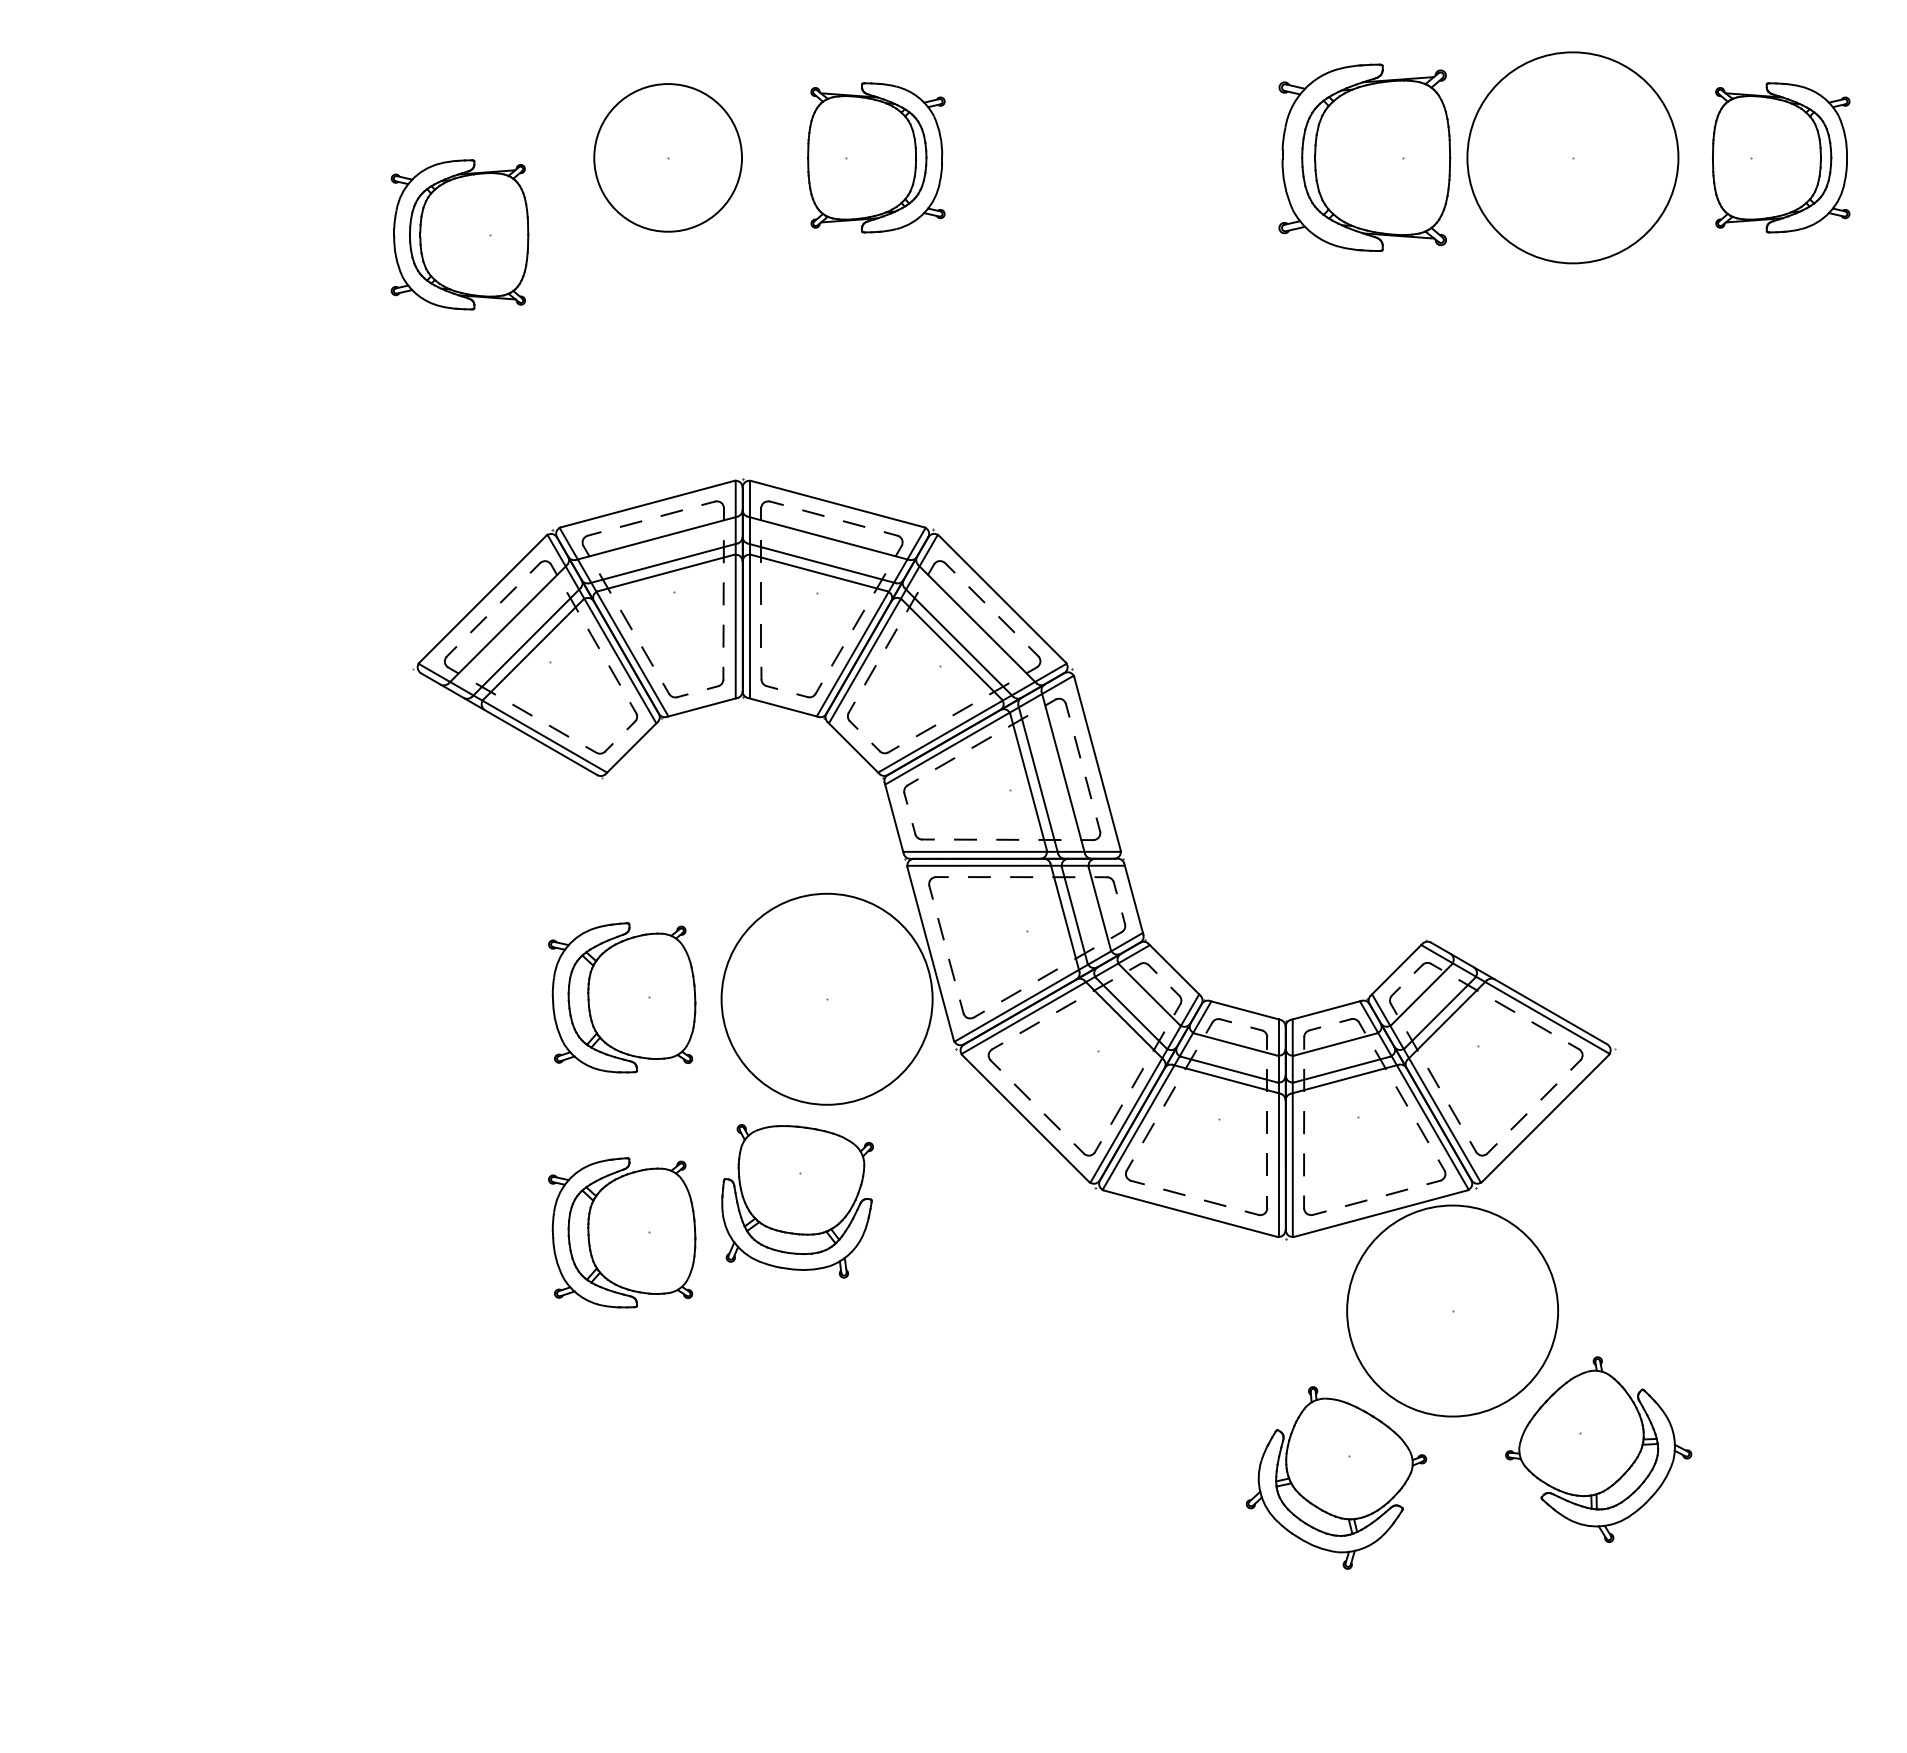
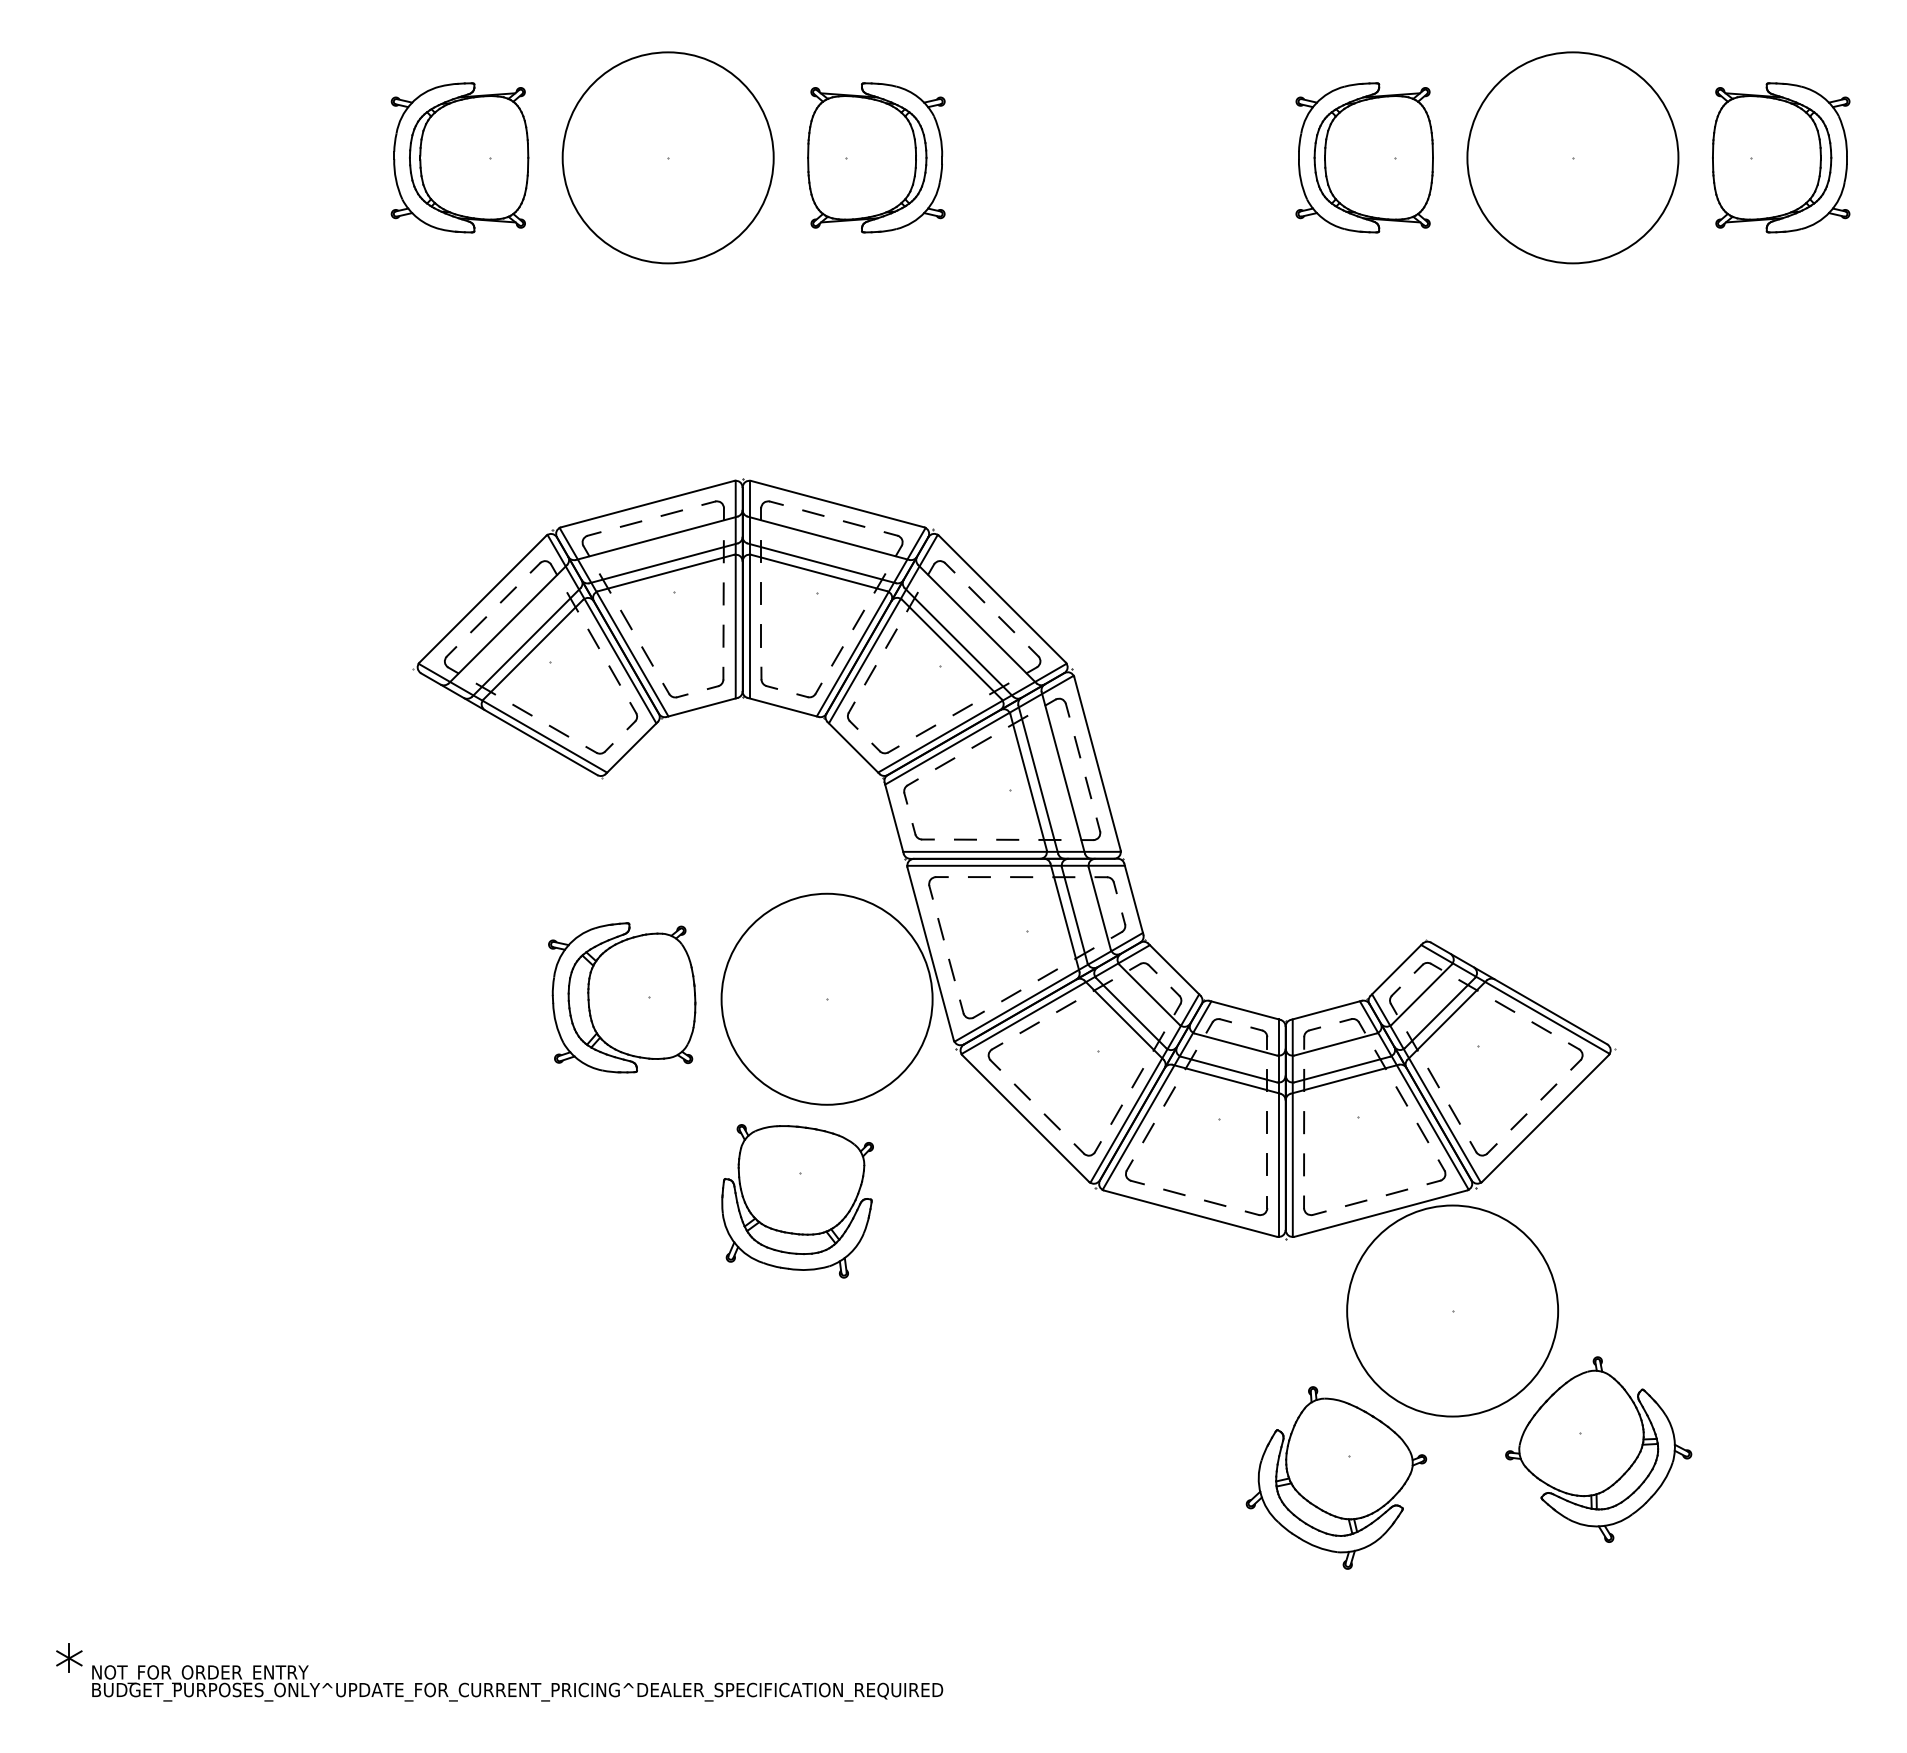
part at (667, 157) size: 150x150 px -> 214x214 px
part at (1364, 157) size: 174x189 px -> 139x152 px
part at (459, 234) position: (459, 234) -> (459, 157)
part at (622, 1232): present -> none
part at (499, 1683): none -> present
